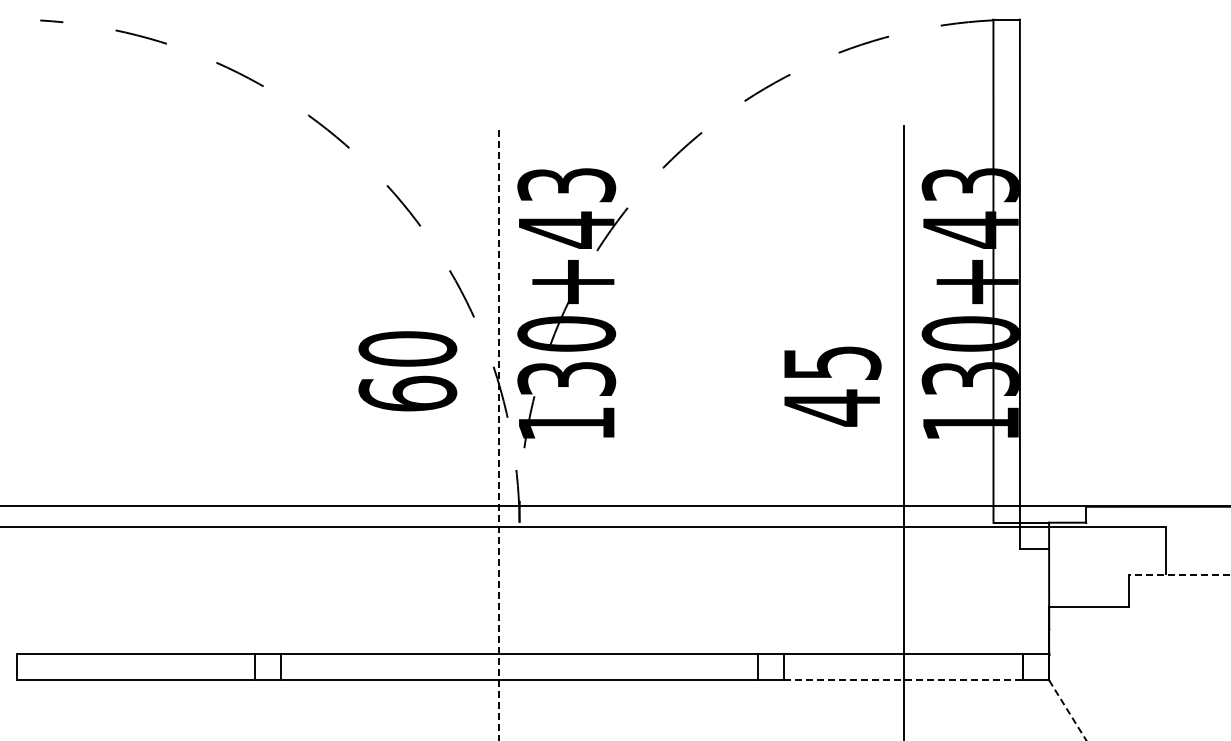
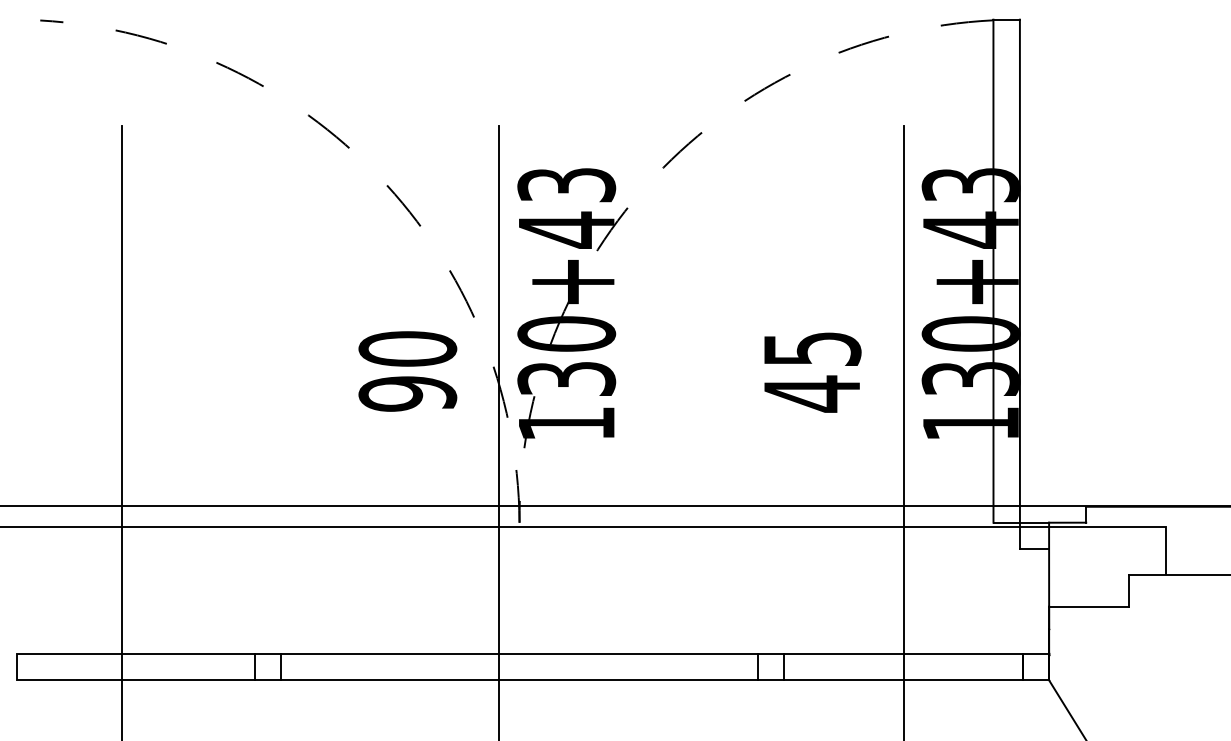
text at (832, 386) position: (832, 386) -> (812, 372)
text at (407, 393): 60 -> 90
line at (122, 431): none -> present
line at (499, 432): dashed -> solid
line at (1179, 574): dashed -> solid
line at (904, 680): dashed -> solid
line at (1068, 710): dashed -> solid
